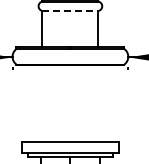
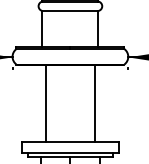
line at (70, 11): dashed -> solid
line at (45, 103): none -> present
line at (95, 103): none -> present
